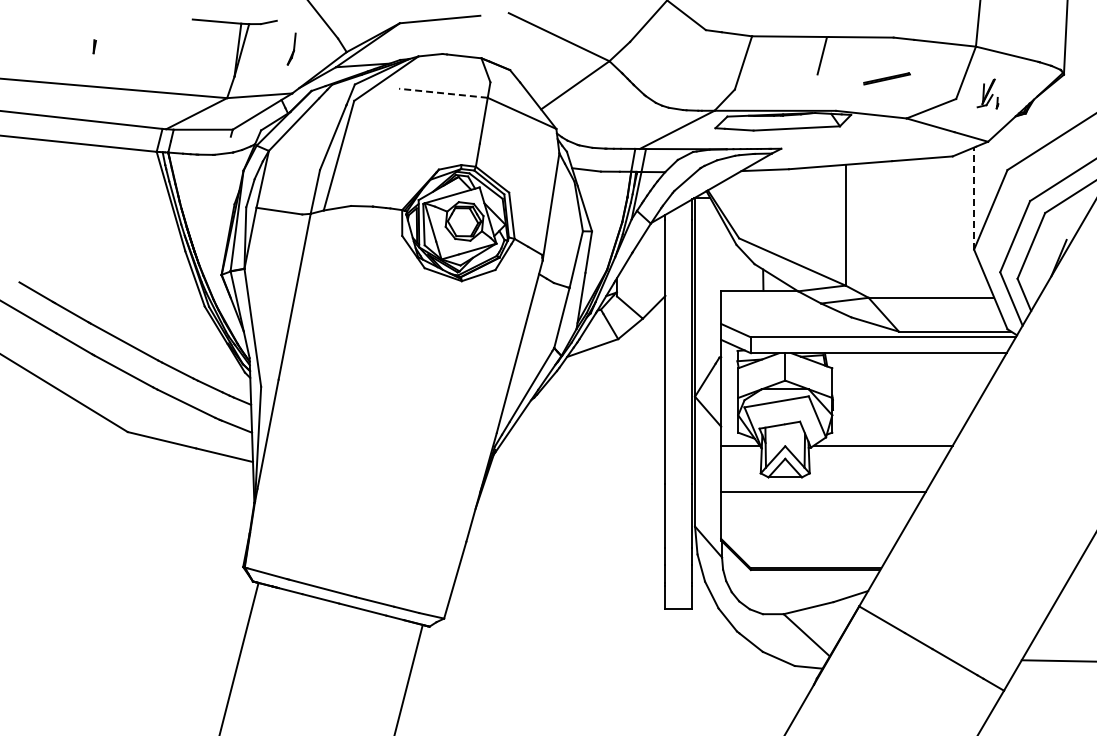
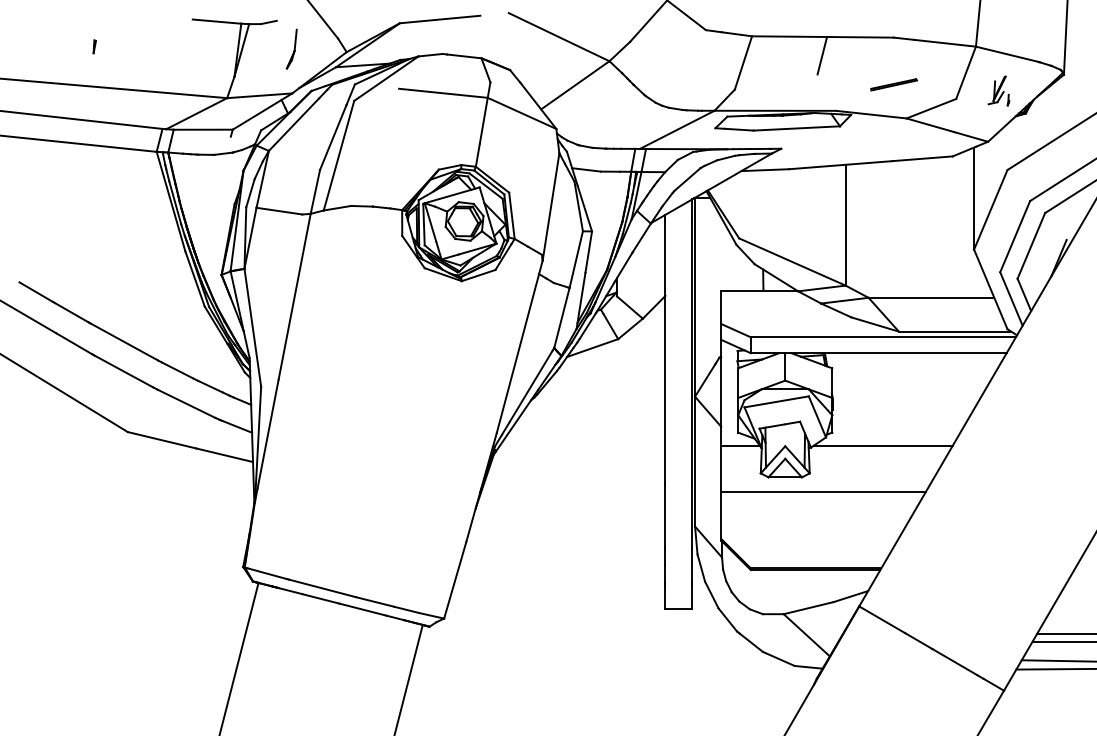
part at (291, 48) size: 11x34 px -> 13x42 px
line at (886, 78) position: (886, 78) -> (893, 84)
line at (443, 93): dashed -> solid
part at (987, 93) position: (987, 93) -> (998, 90)
line at (974, 198): dashed -> solid
line at (1064, 634): none -> present
line at (1062, 641): none -> present
line at (1054, 668): none -> present
